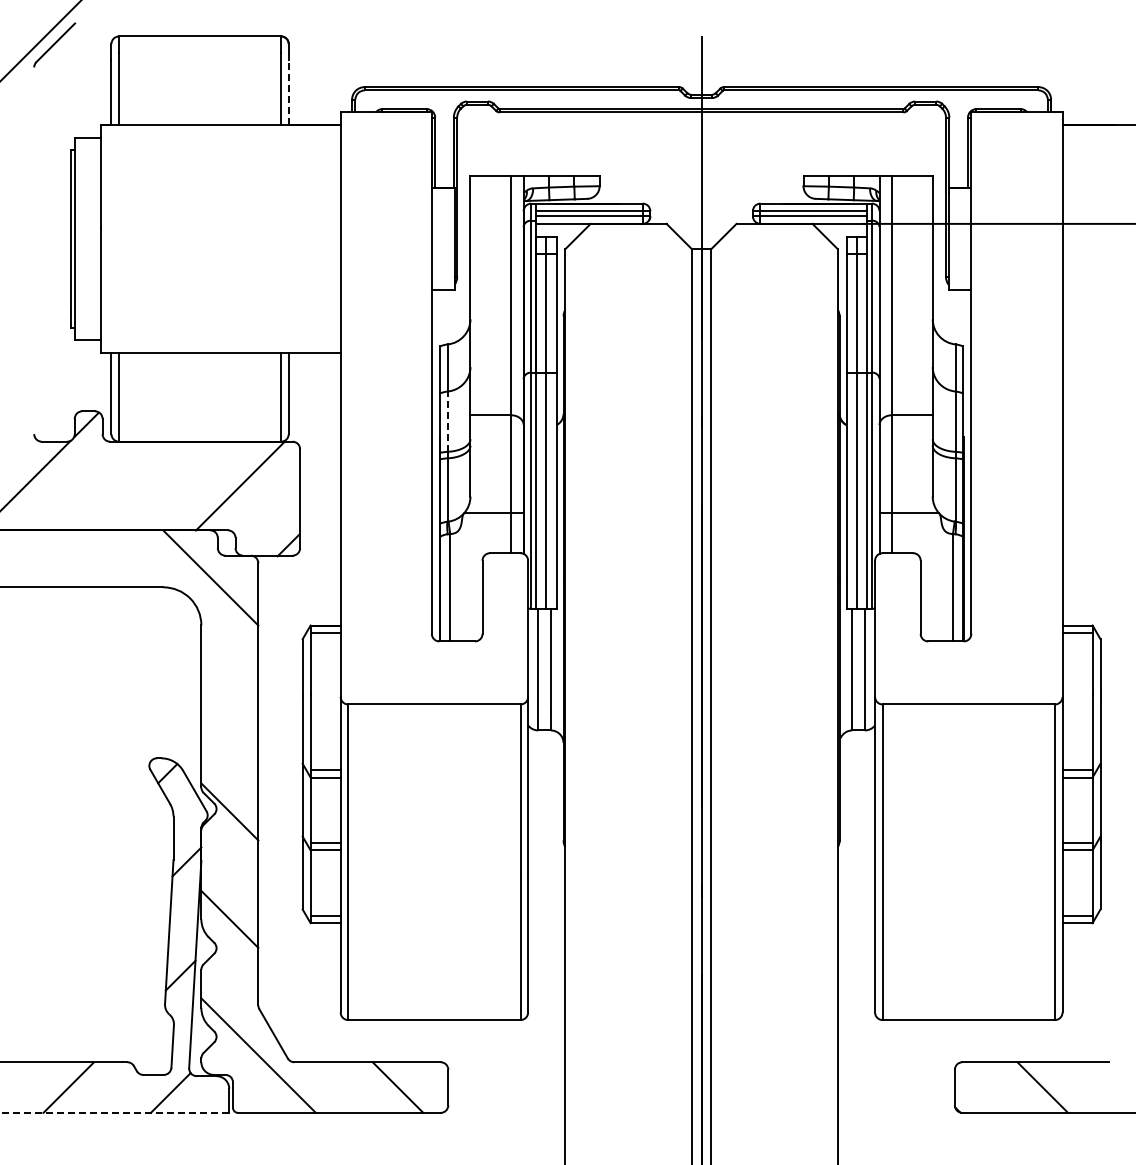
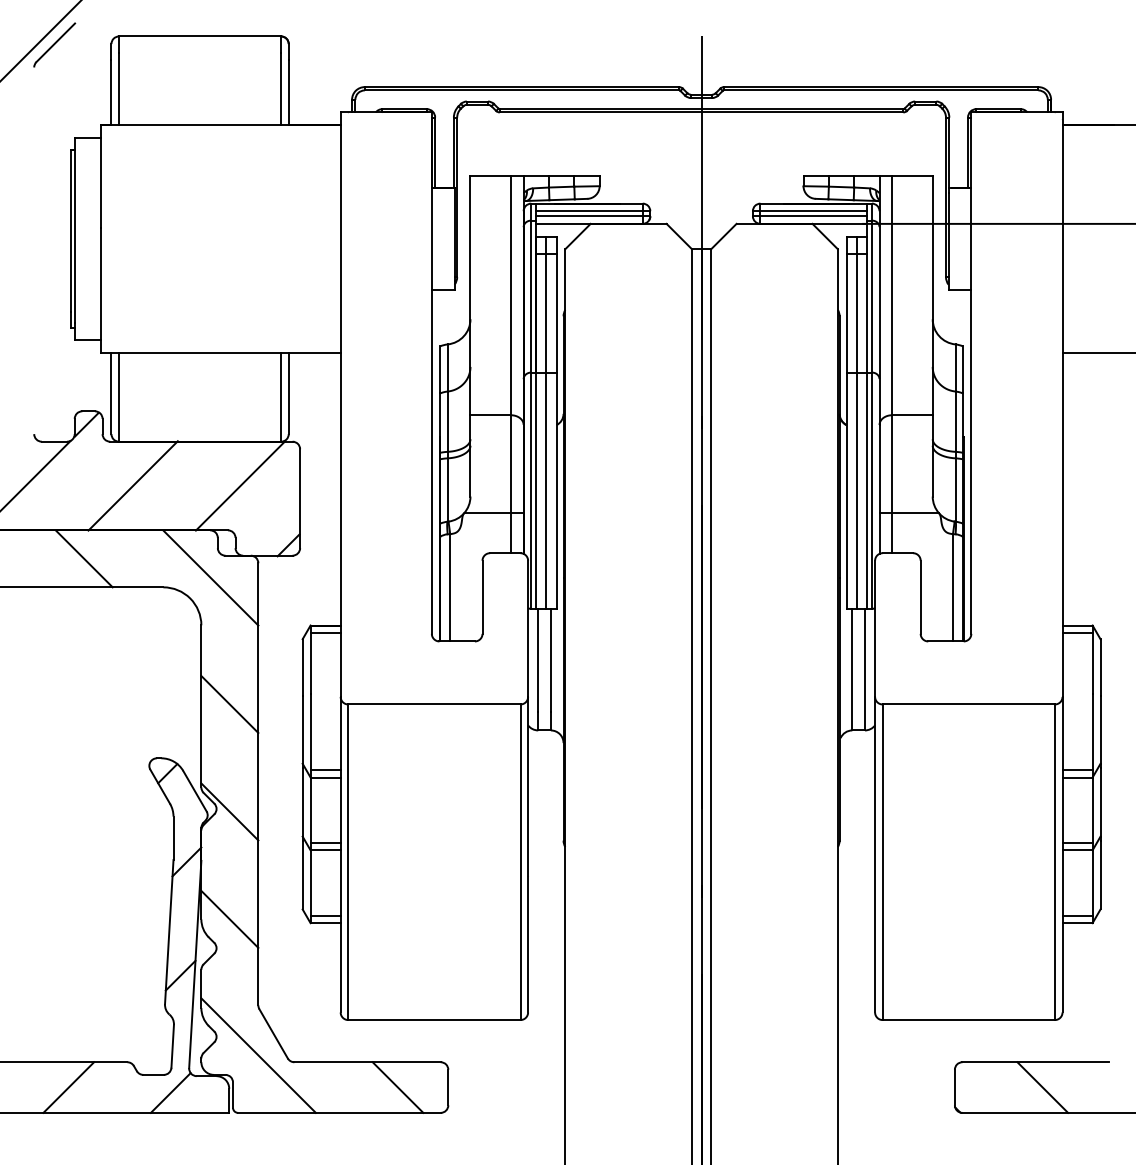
line at (288, 92): dashed -> solid
line at (1097, 353): none -> present
line at (447, 421): dashed -> solid
line at (132, 485): none -> present
line at (83, 558): none -> present
line at (229, 704): none -> present
line at (114, 1112): dashed -> solid
